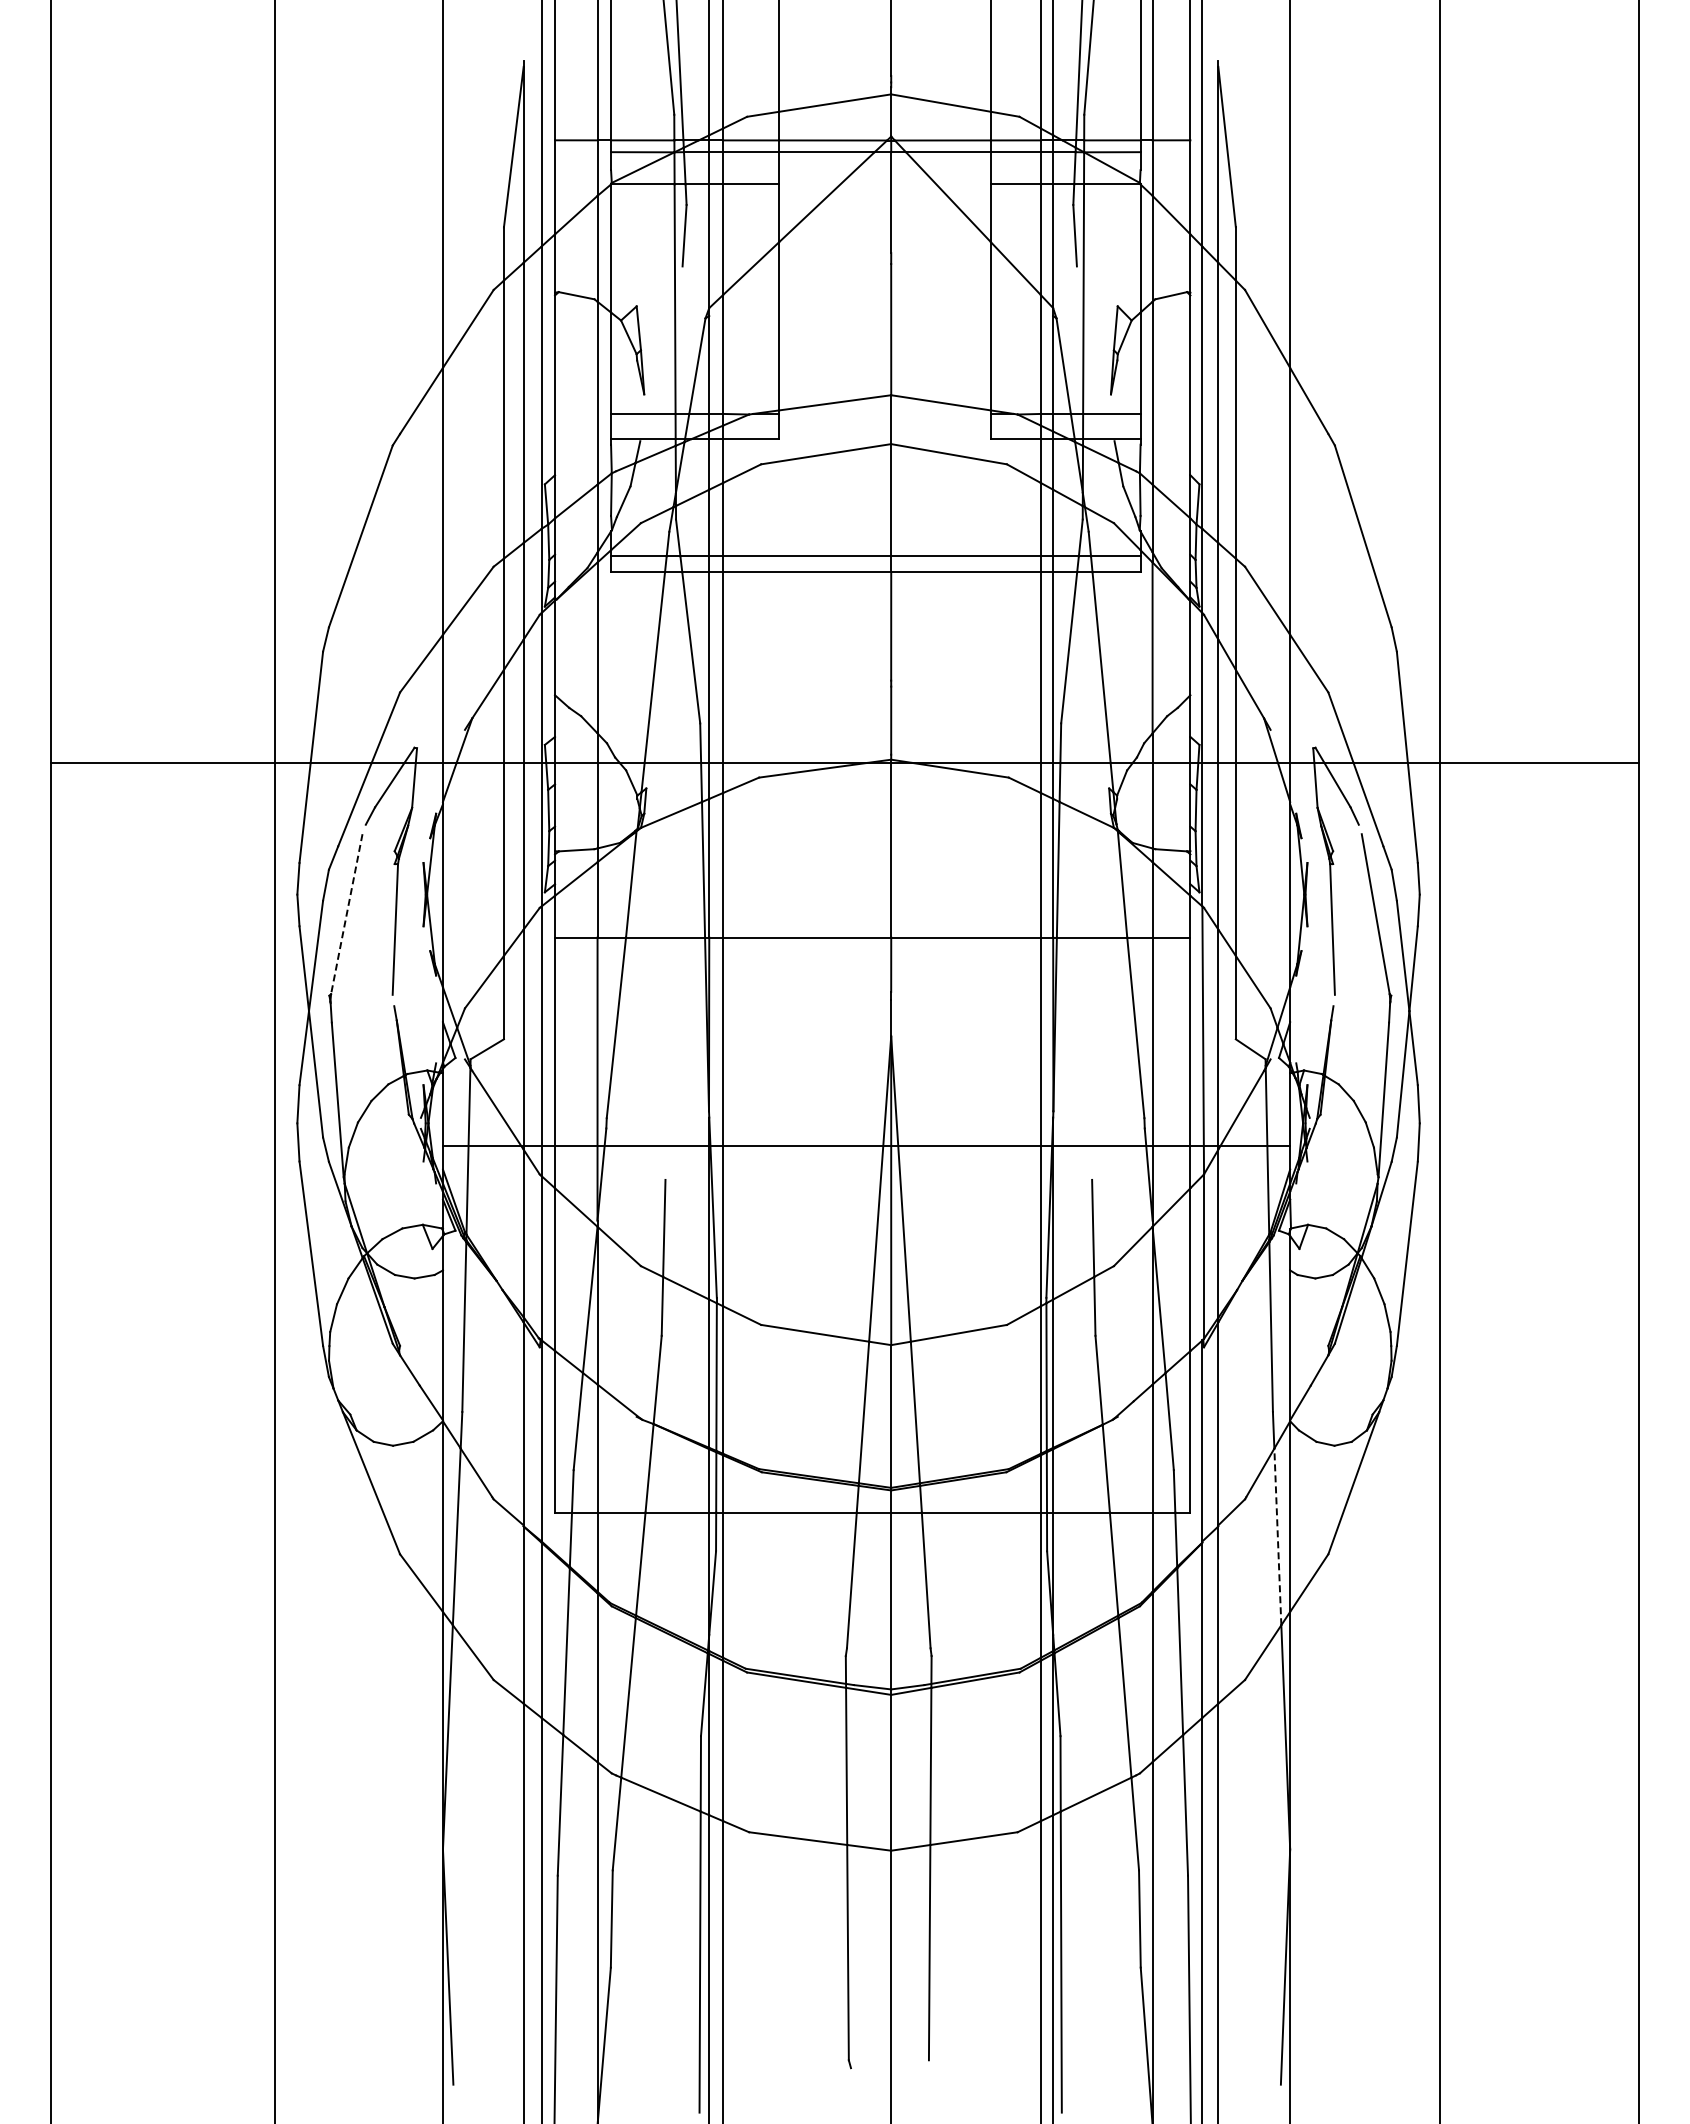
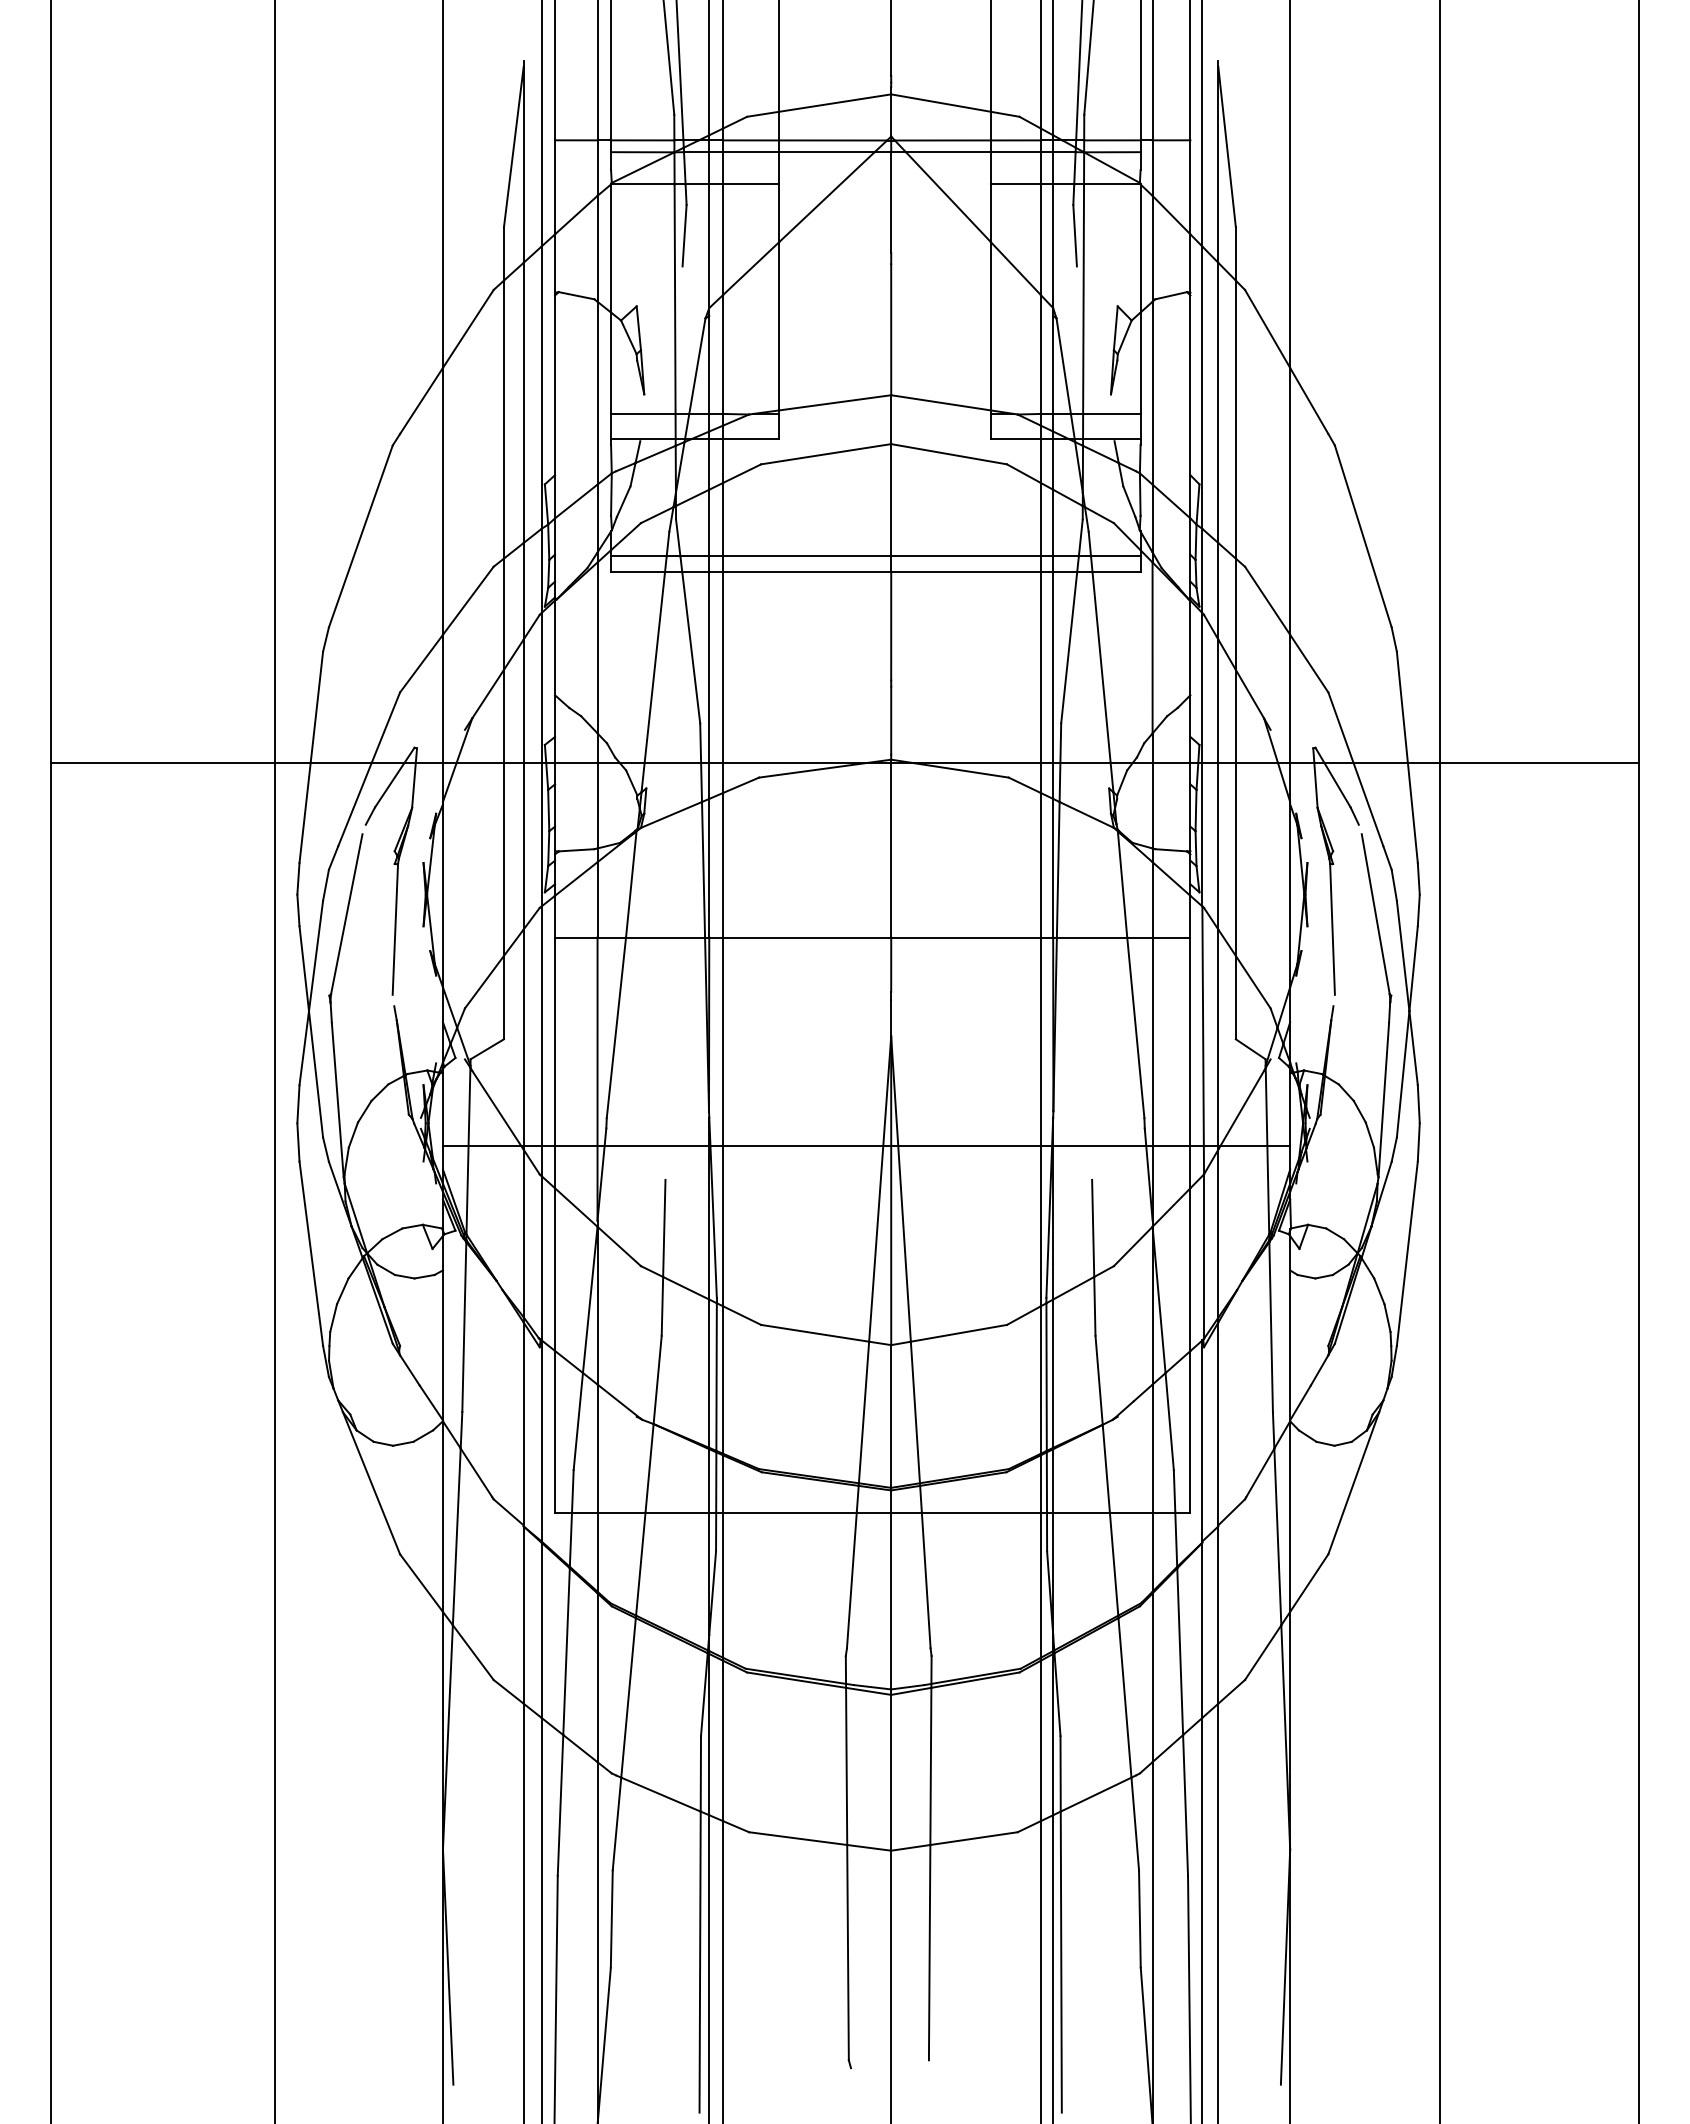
line at (346, 914): dashed -> solid
line at (1277, 1536): dashed -> solid
